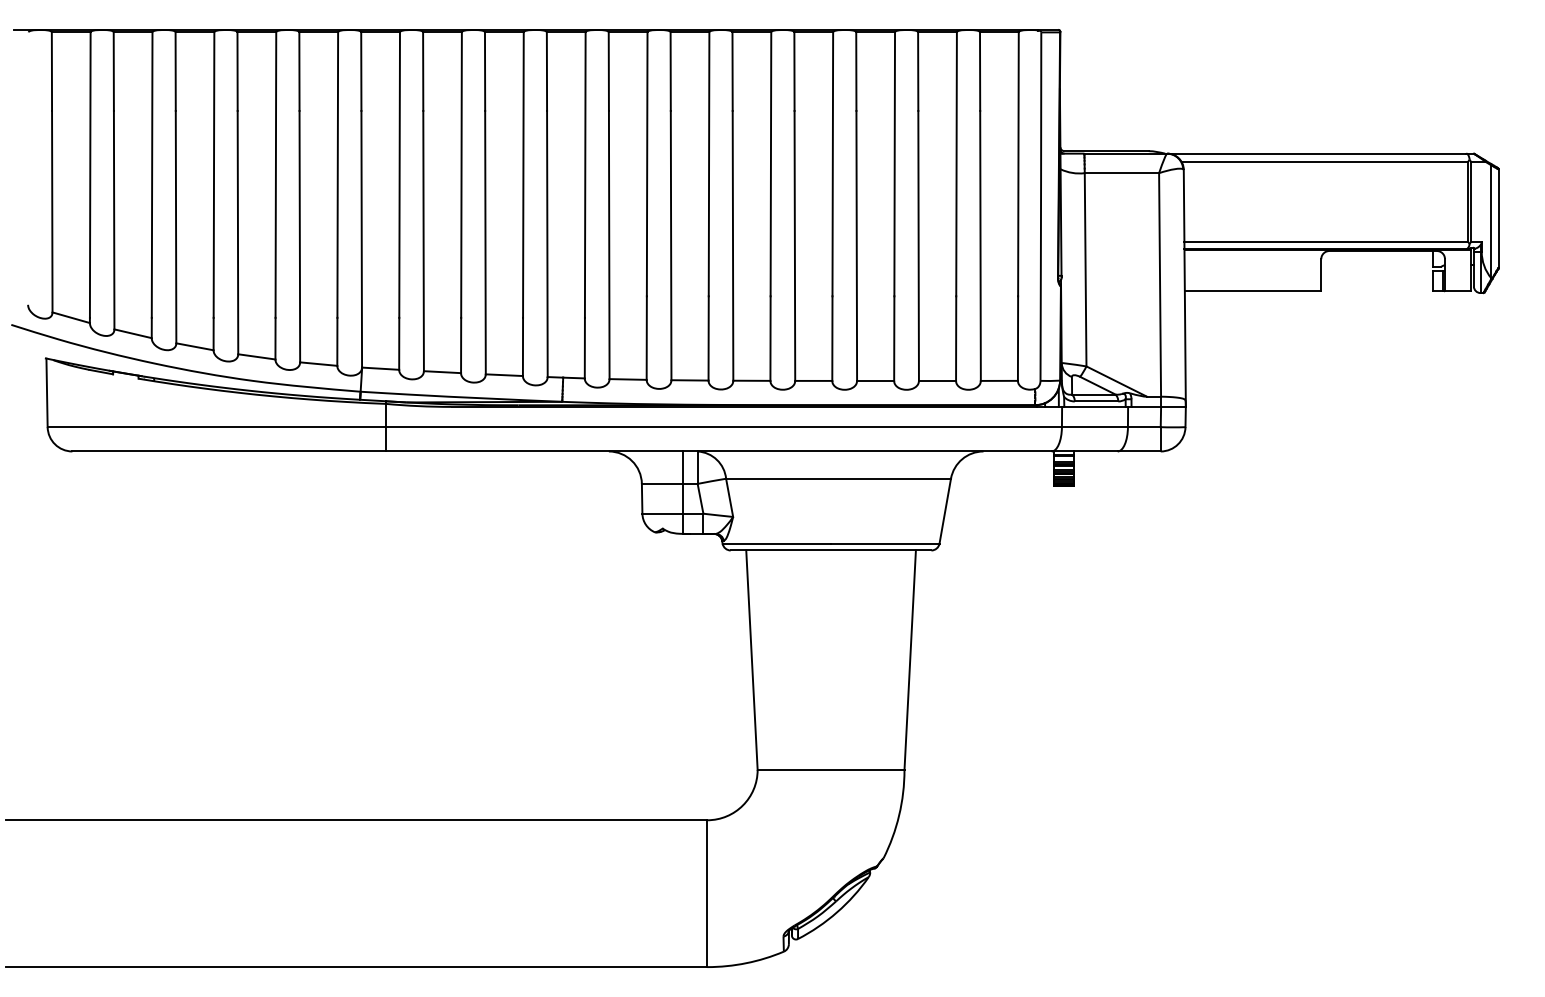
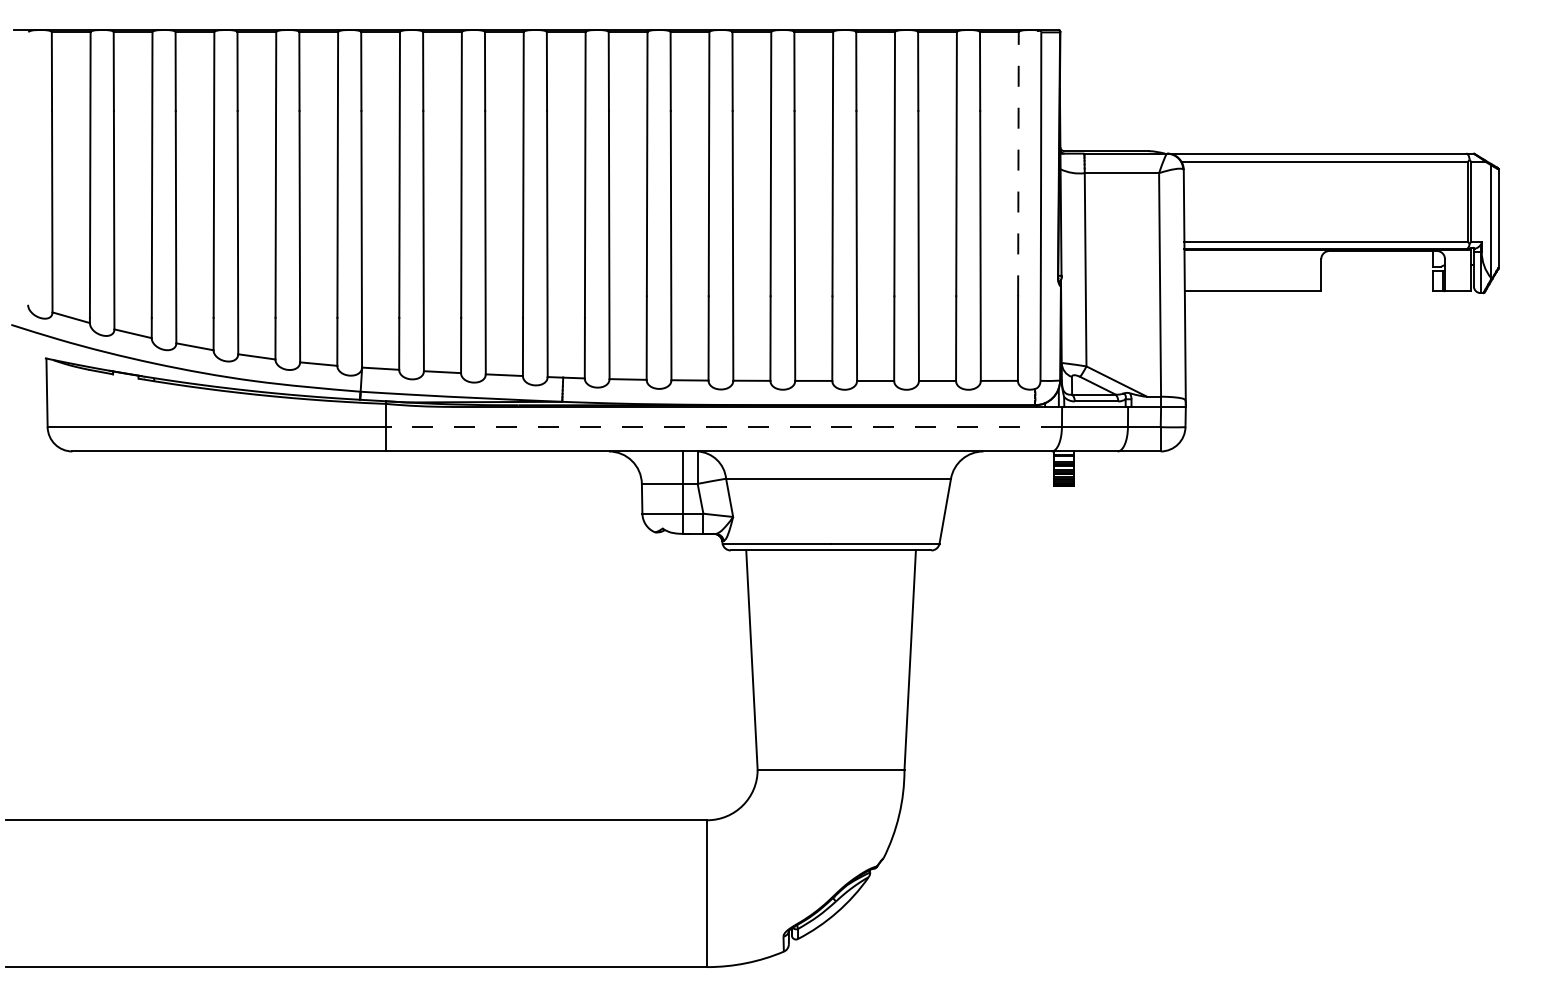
line at (1018, 164): solid -> dashed
line at (723, 427): solid -> dashed
